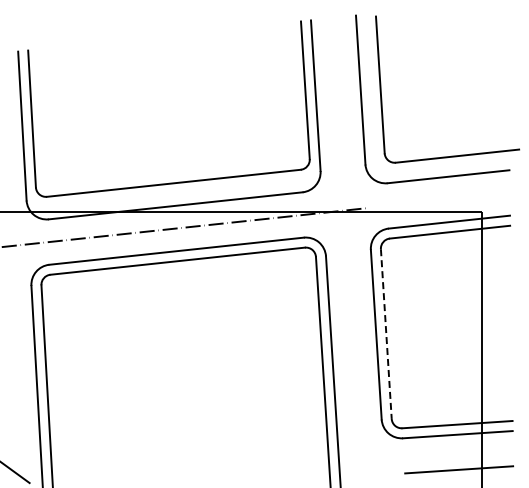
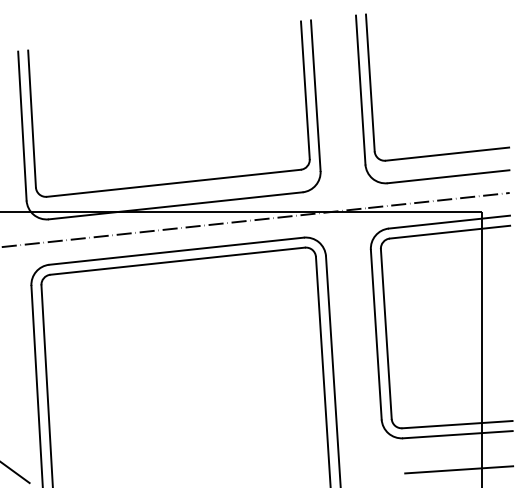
part at (382, 98) position: (382, 98) -> (372, 96)
line at (438, 200): none -> present
line at (386, 334): dashed -> solid
